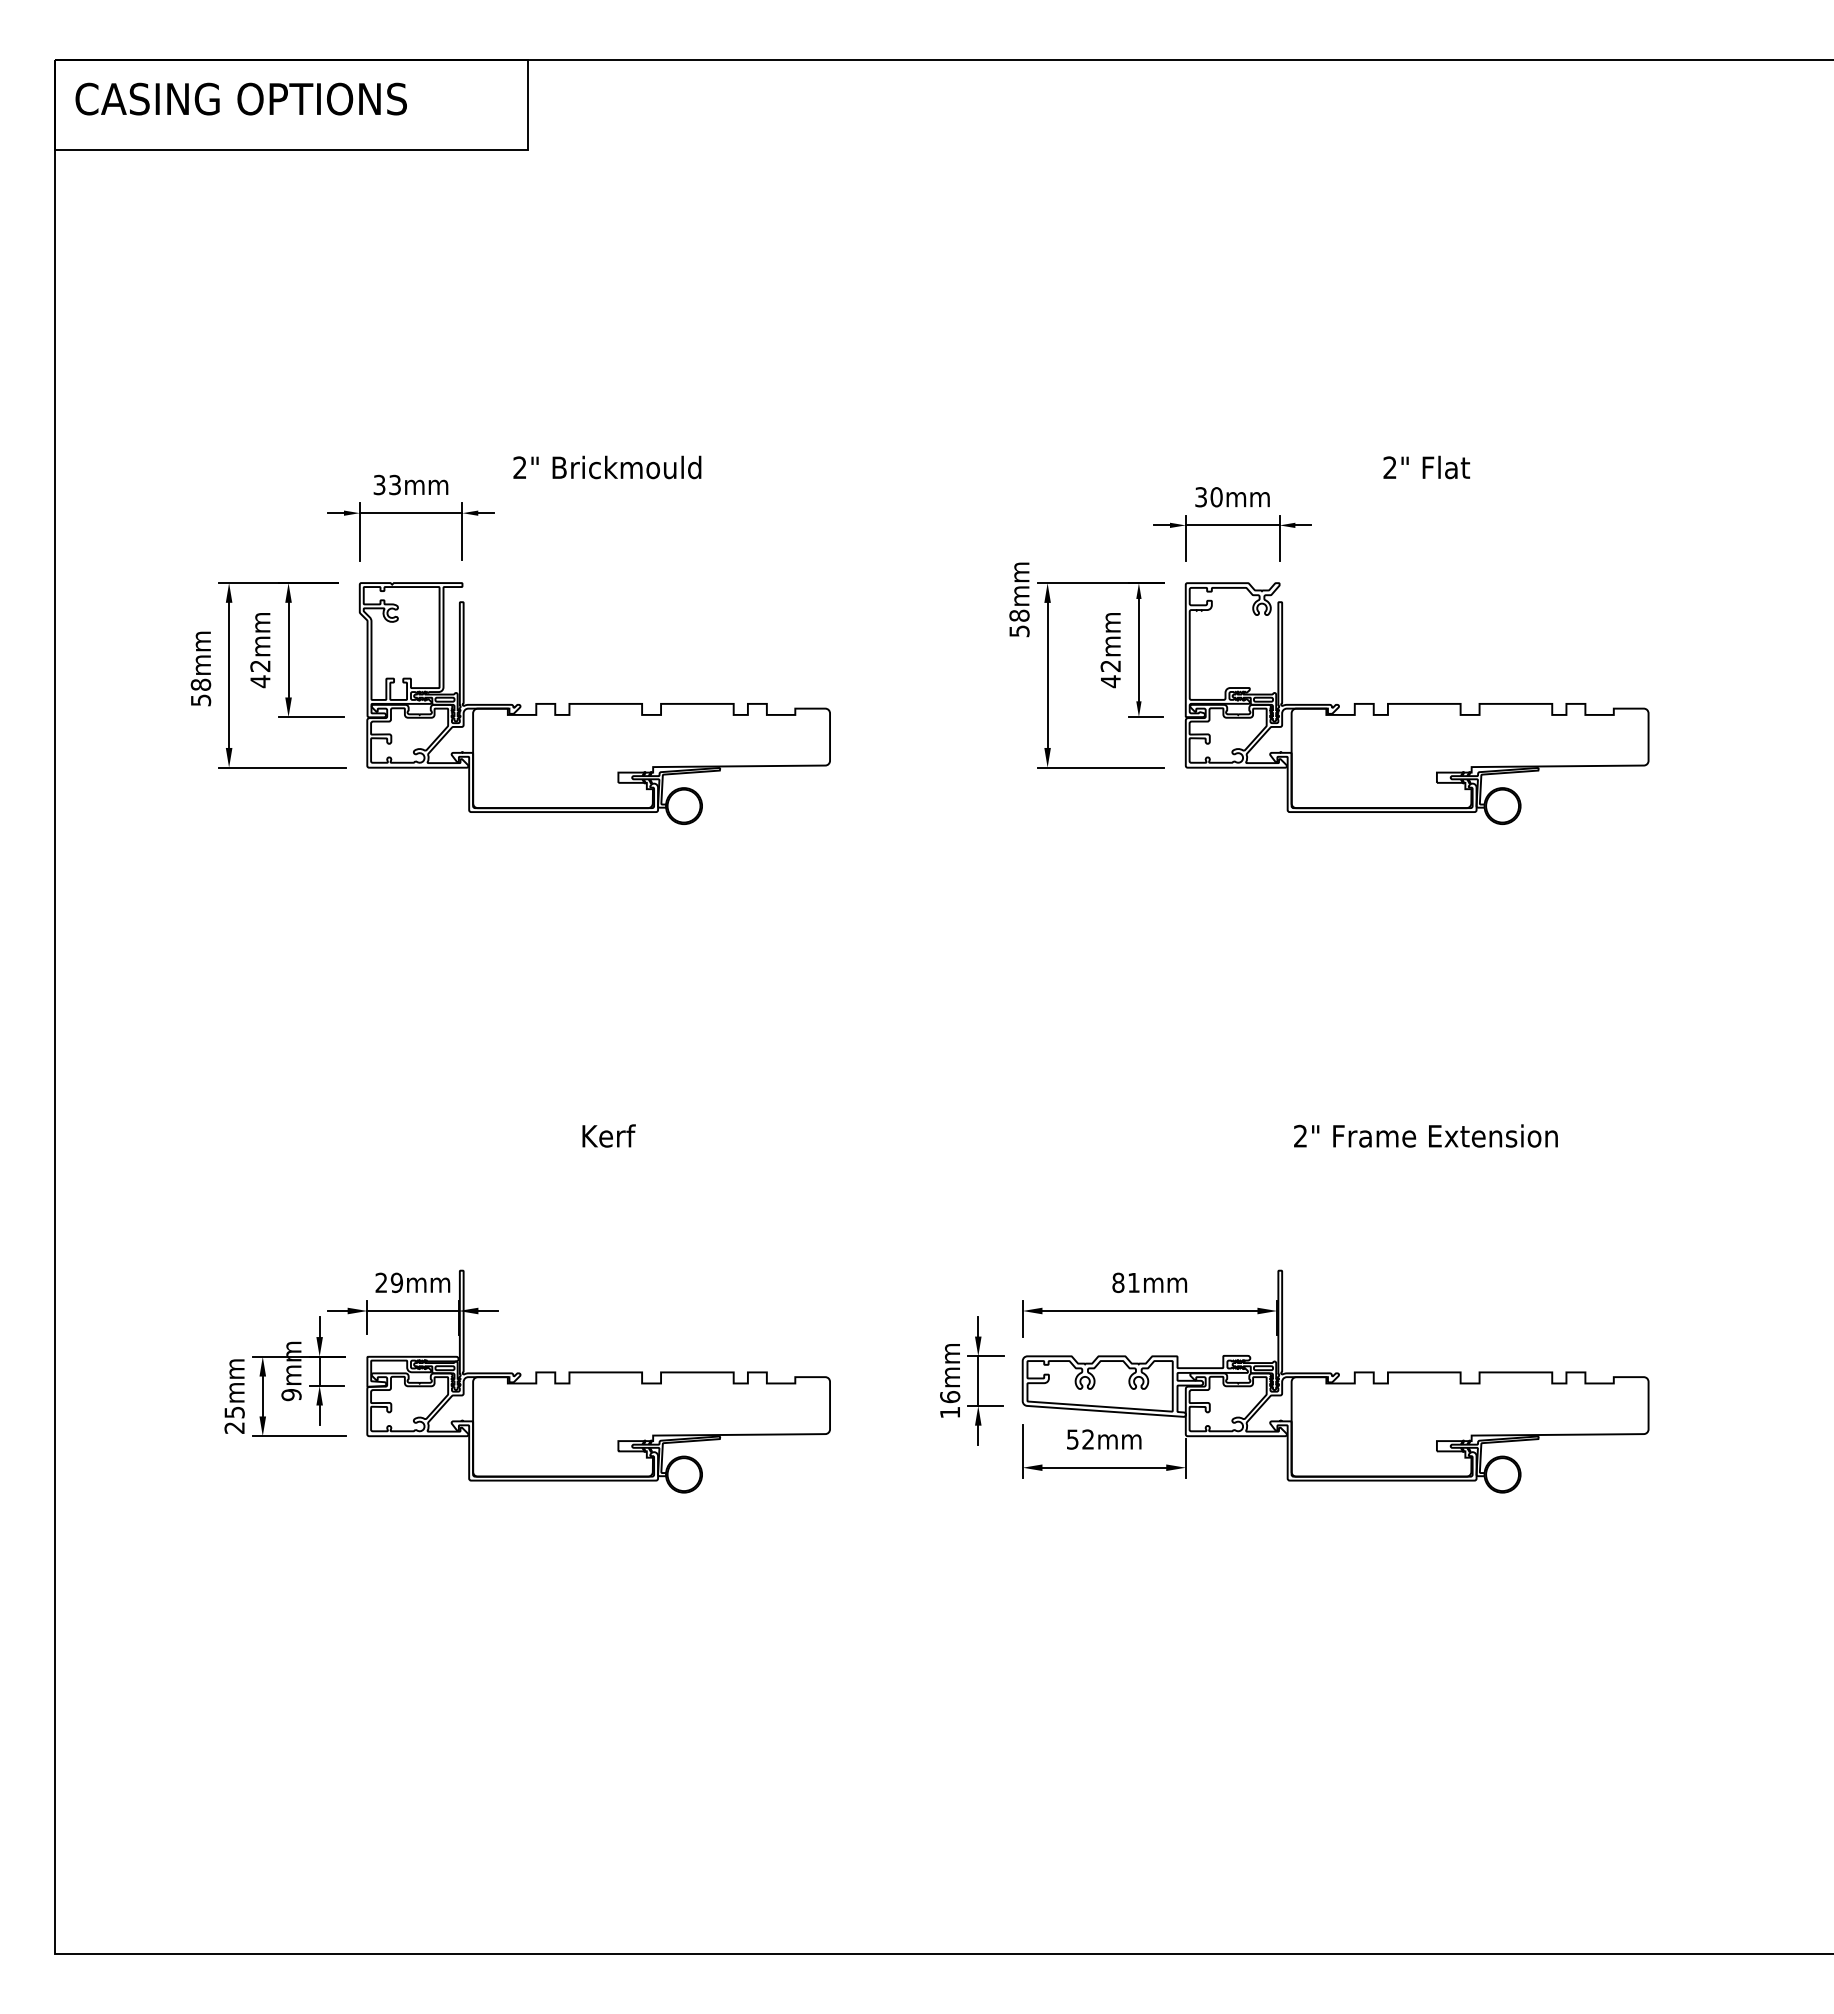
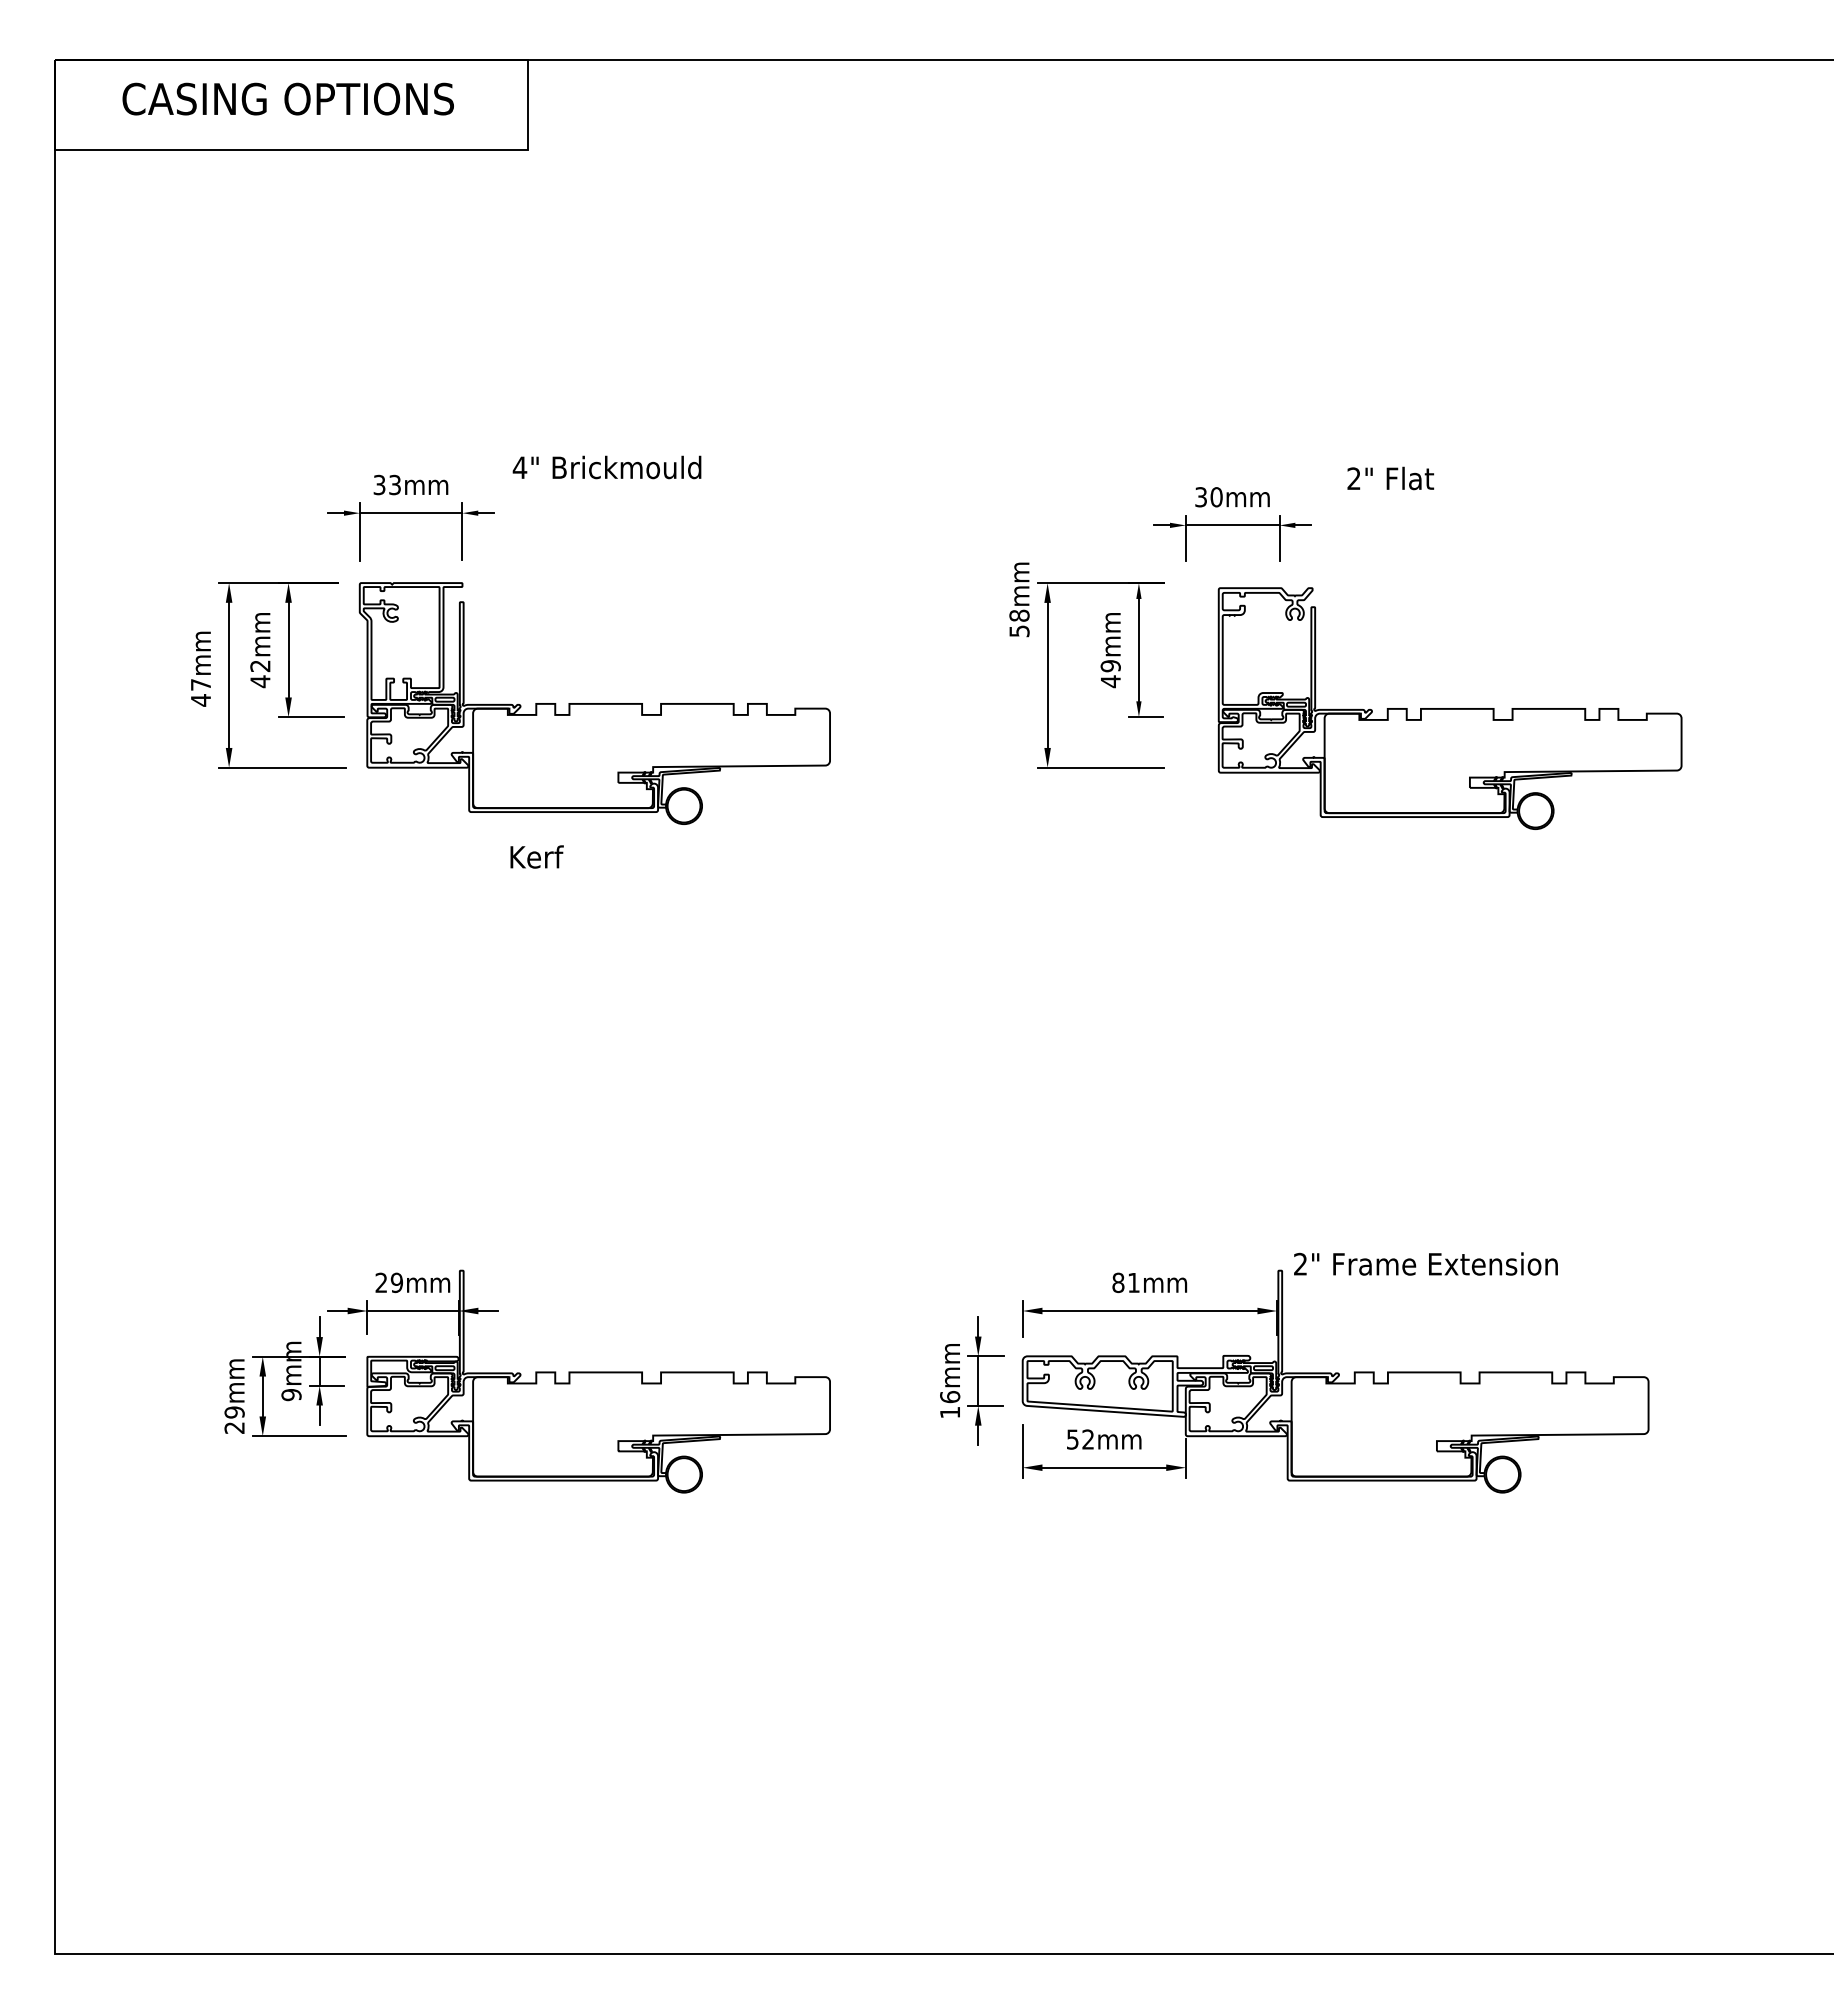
text at (240, 98) position: (240, 98) -> (287, 98)
text at (519, 467): 2" -> 4"
text at (1426, 467) position: (1426, 467) -> (1390, 478)
text at (1110, 666): 42mm -> 49mm
text at (200, 692): 58mm -> 47mm
part at (1416, 703) position: (1416, 703) -> (1449, 708)
text at (608, 1135) position: (608, 1135) -> (536, 856)
text at (1425, 1135) position: (1425, 1135) -> (1425, 1263)
text at (234, 1412): 25mm -> 29mm
